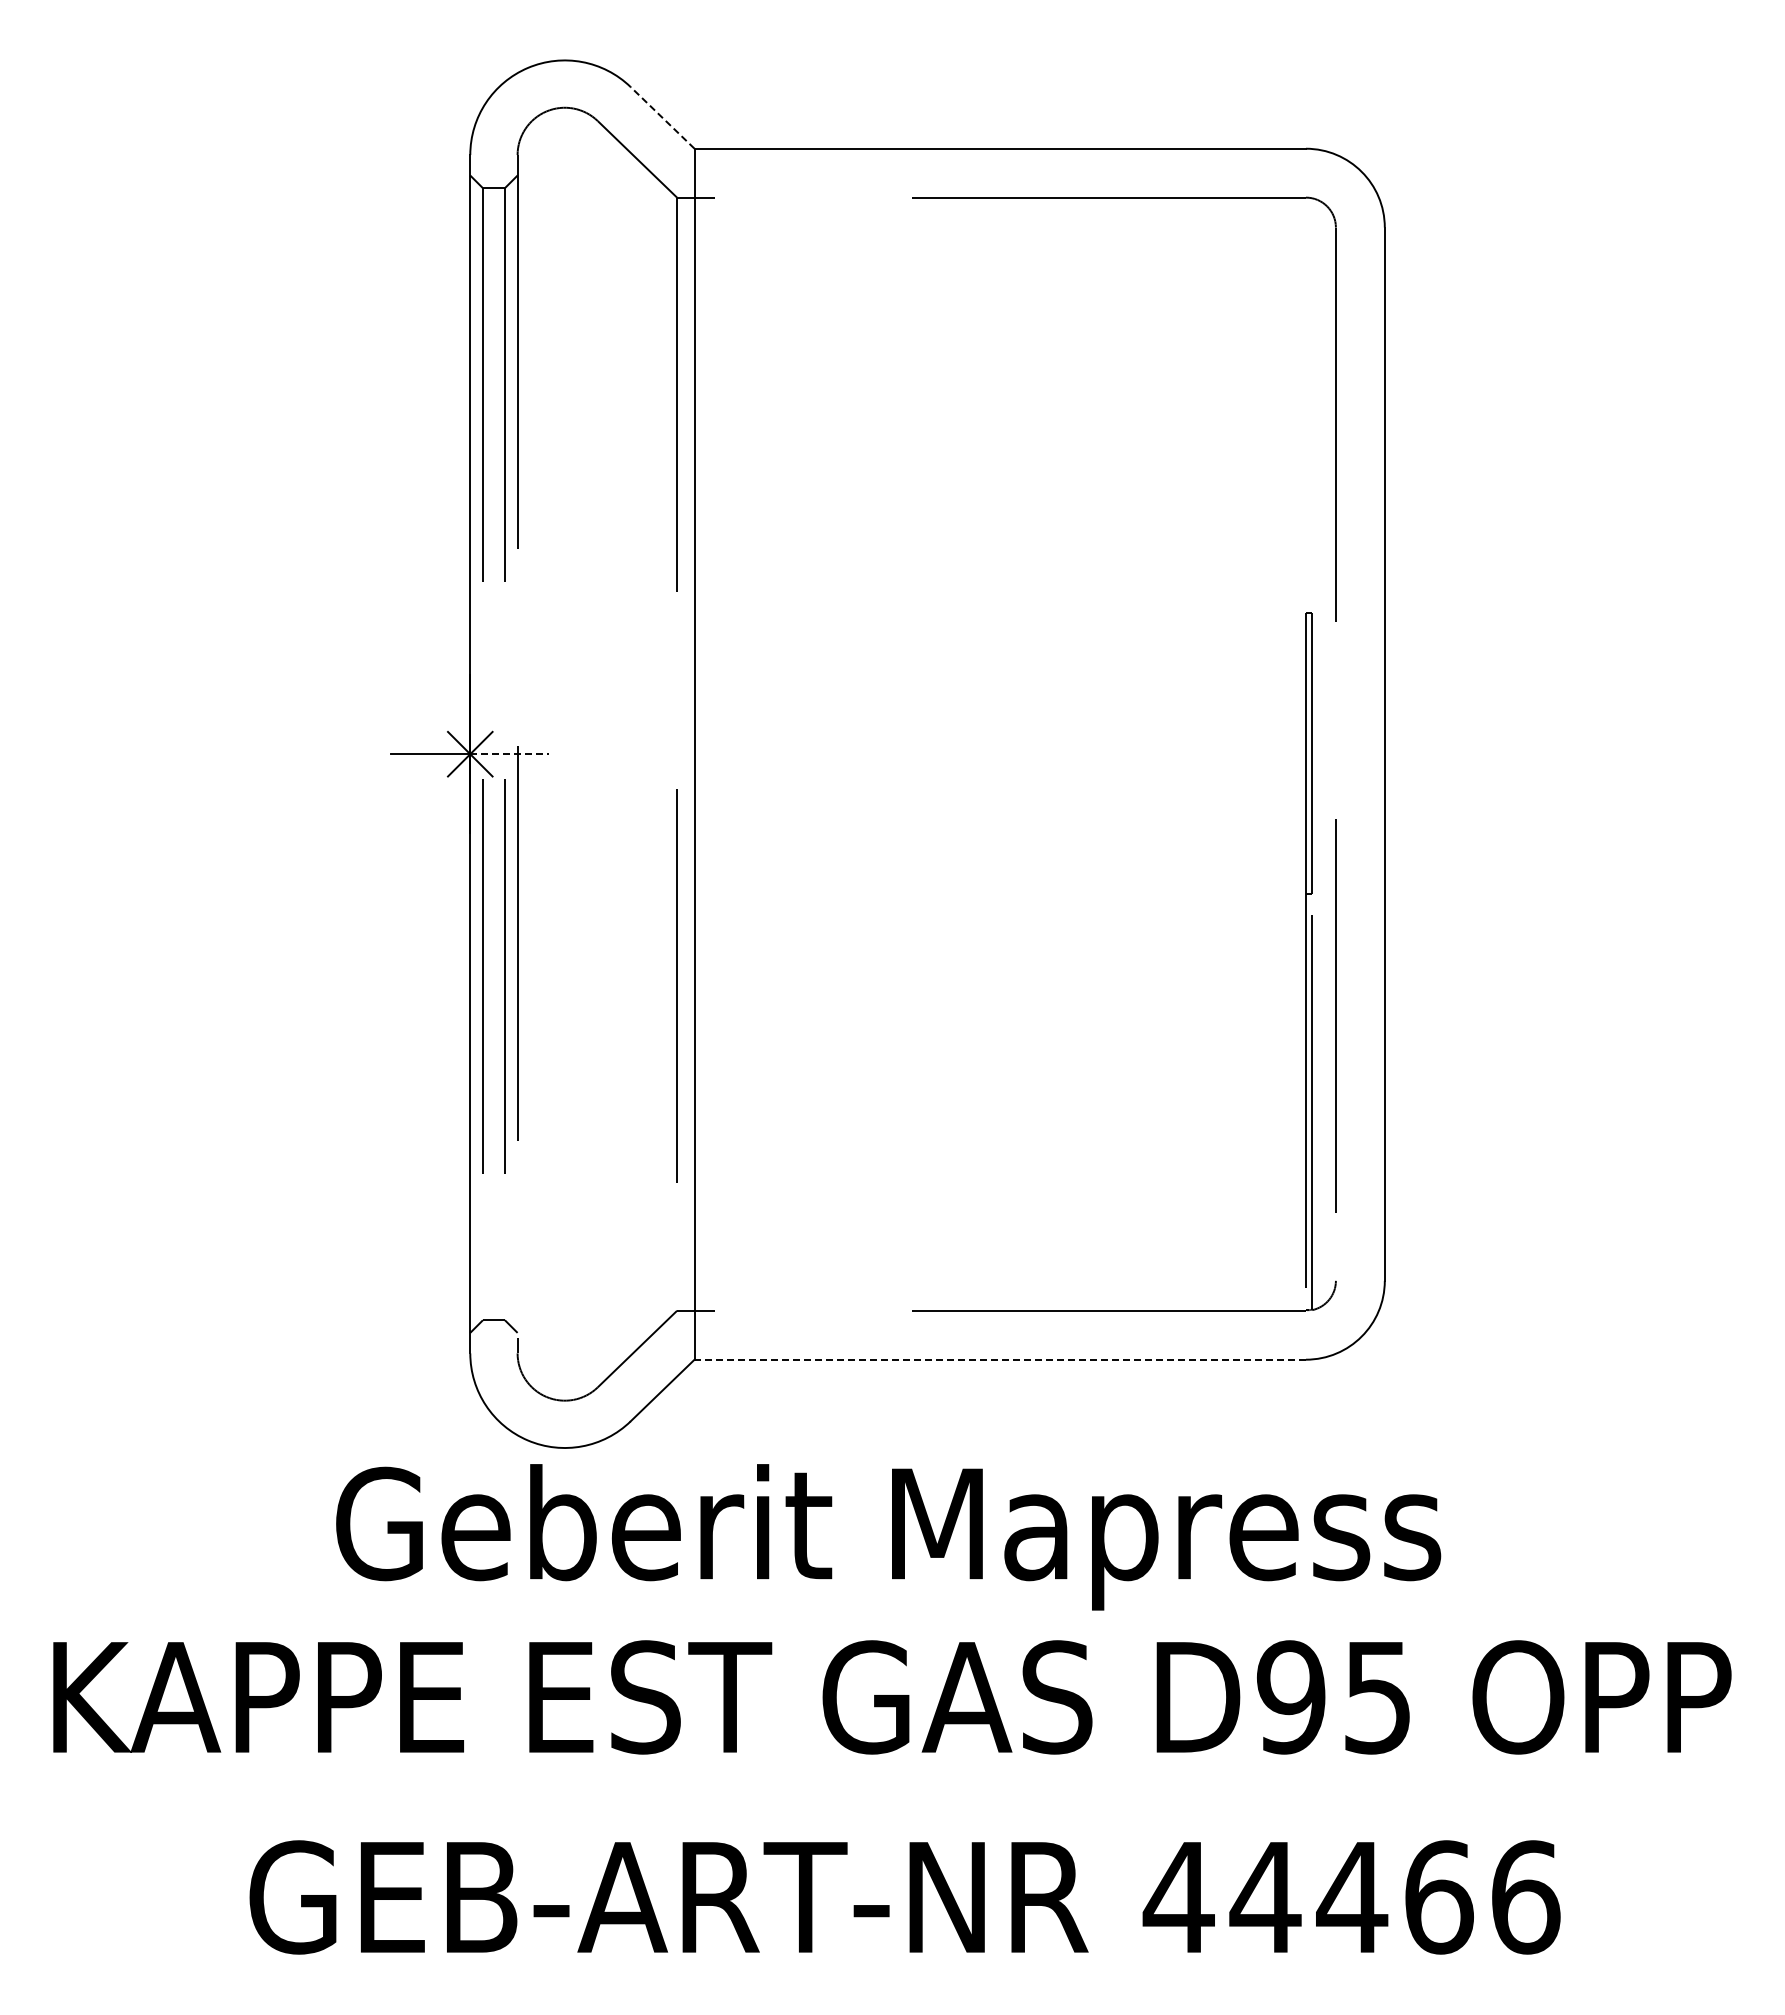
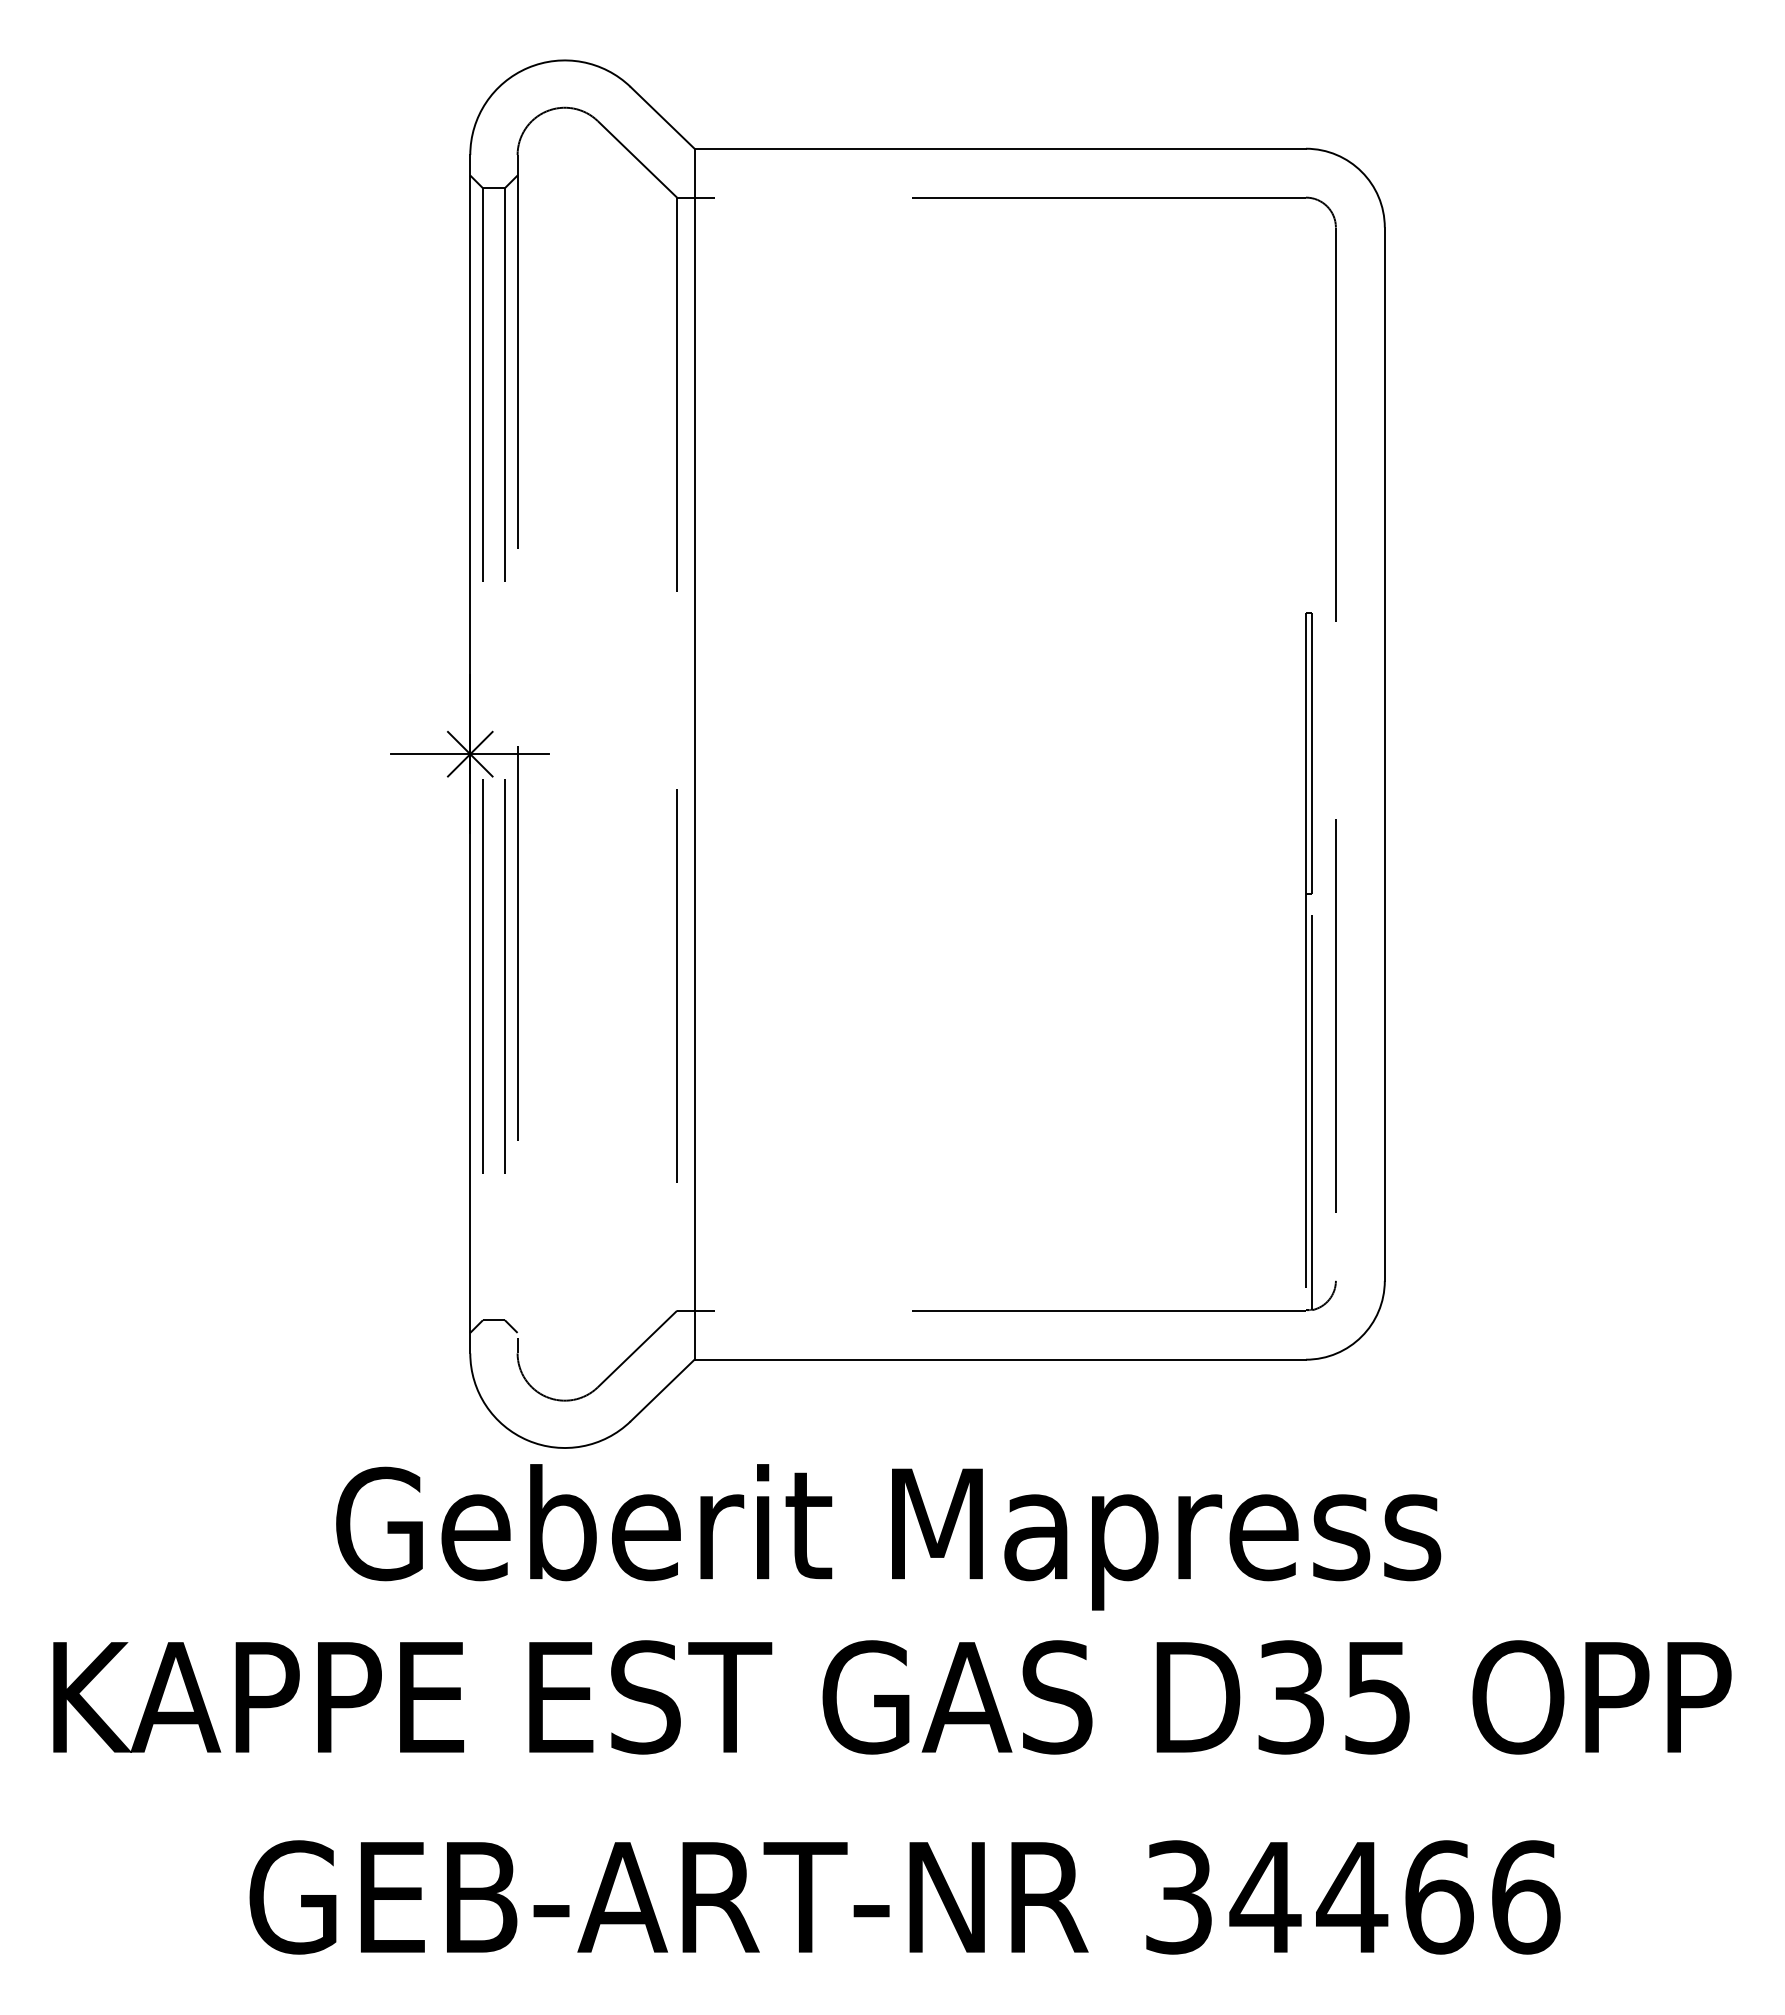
line at (662, 117): dashed -> solid
line at (510, 754): dashed -> solid
line at (1000, 1359): dashed -> solid
text at (1291, 1697): D95 -> D35
text at (1178, 1897): 44466 -> 34466
